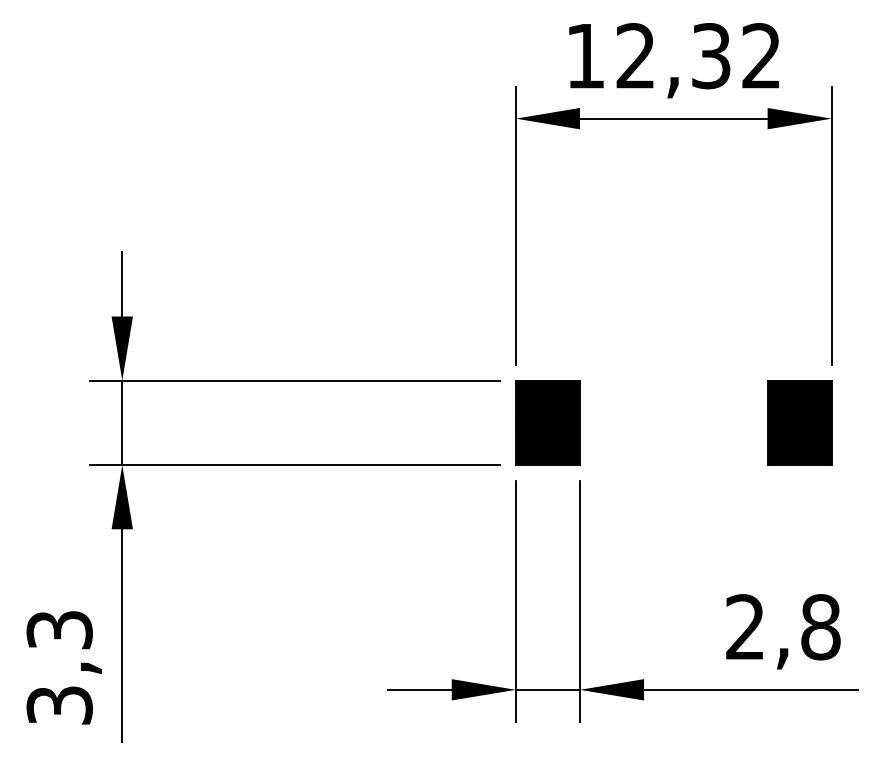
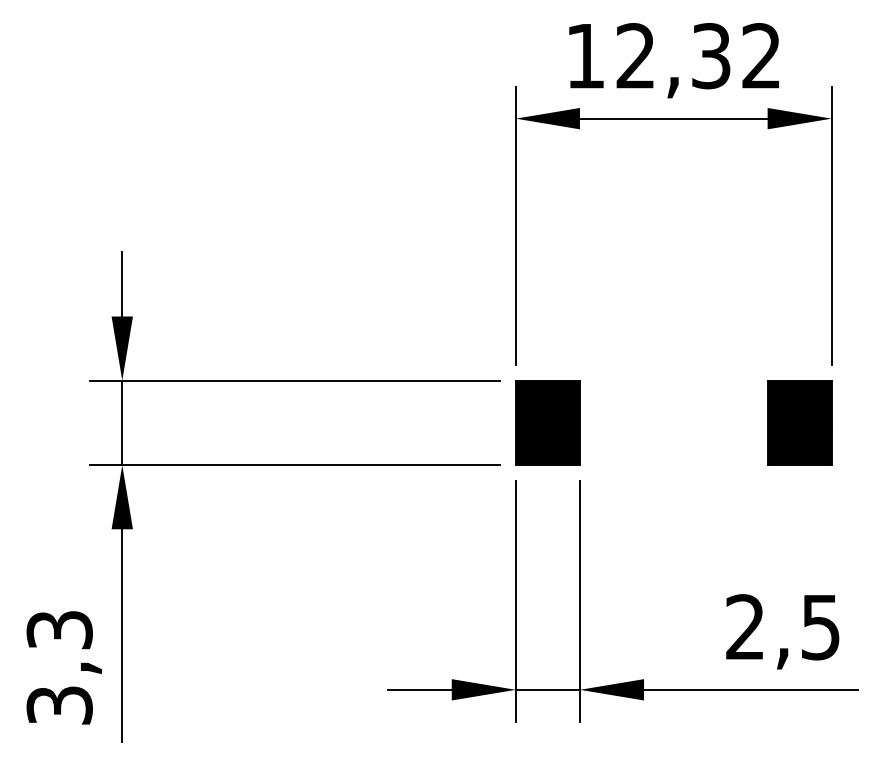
text at (820, 627): 2,8 -> 2,5
